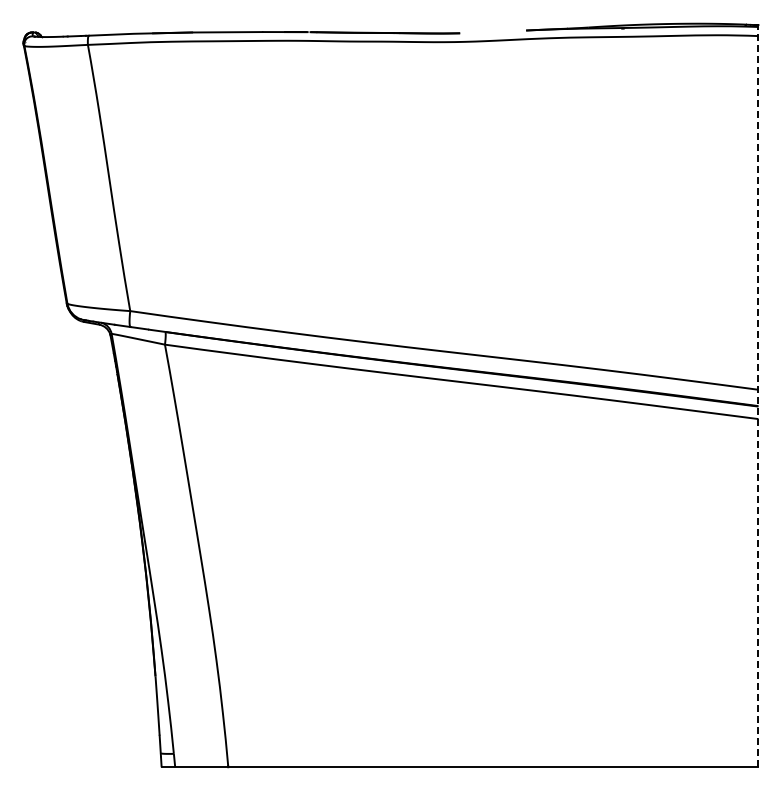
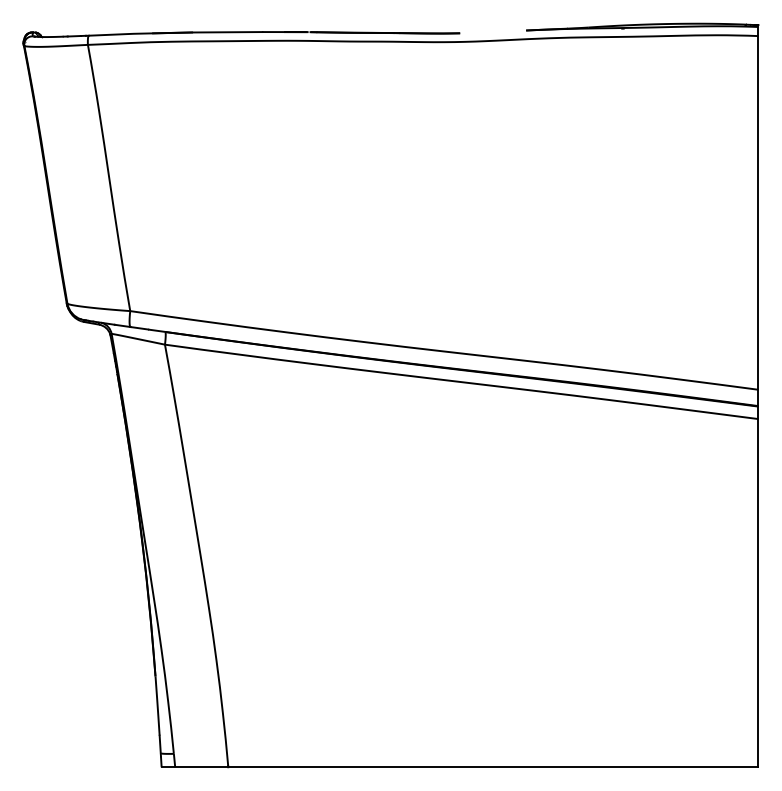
line at (758, 395): dashed -> solid
